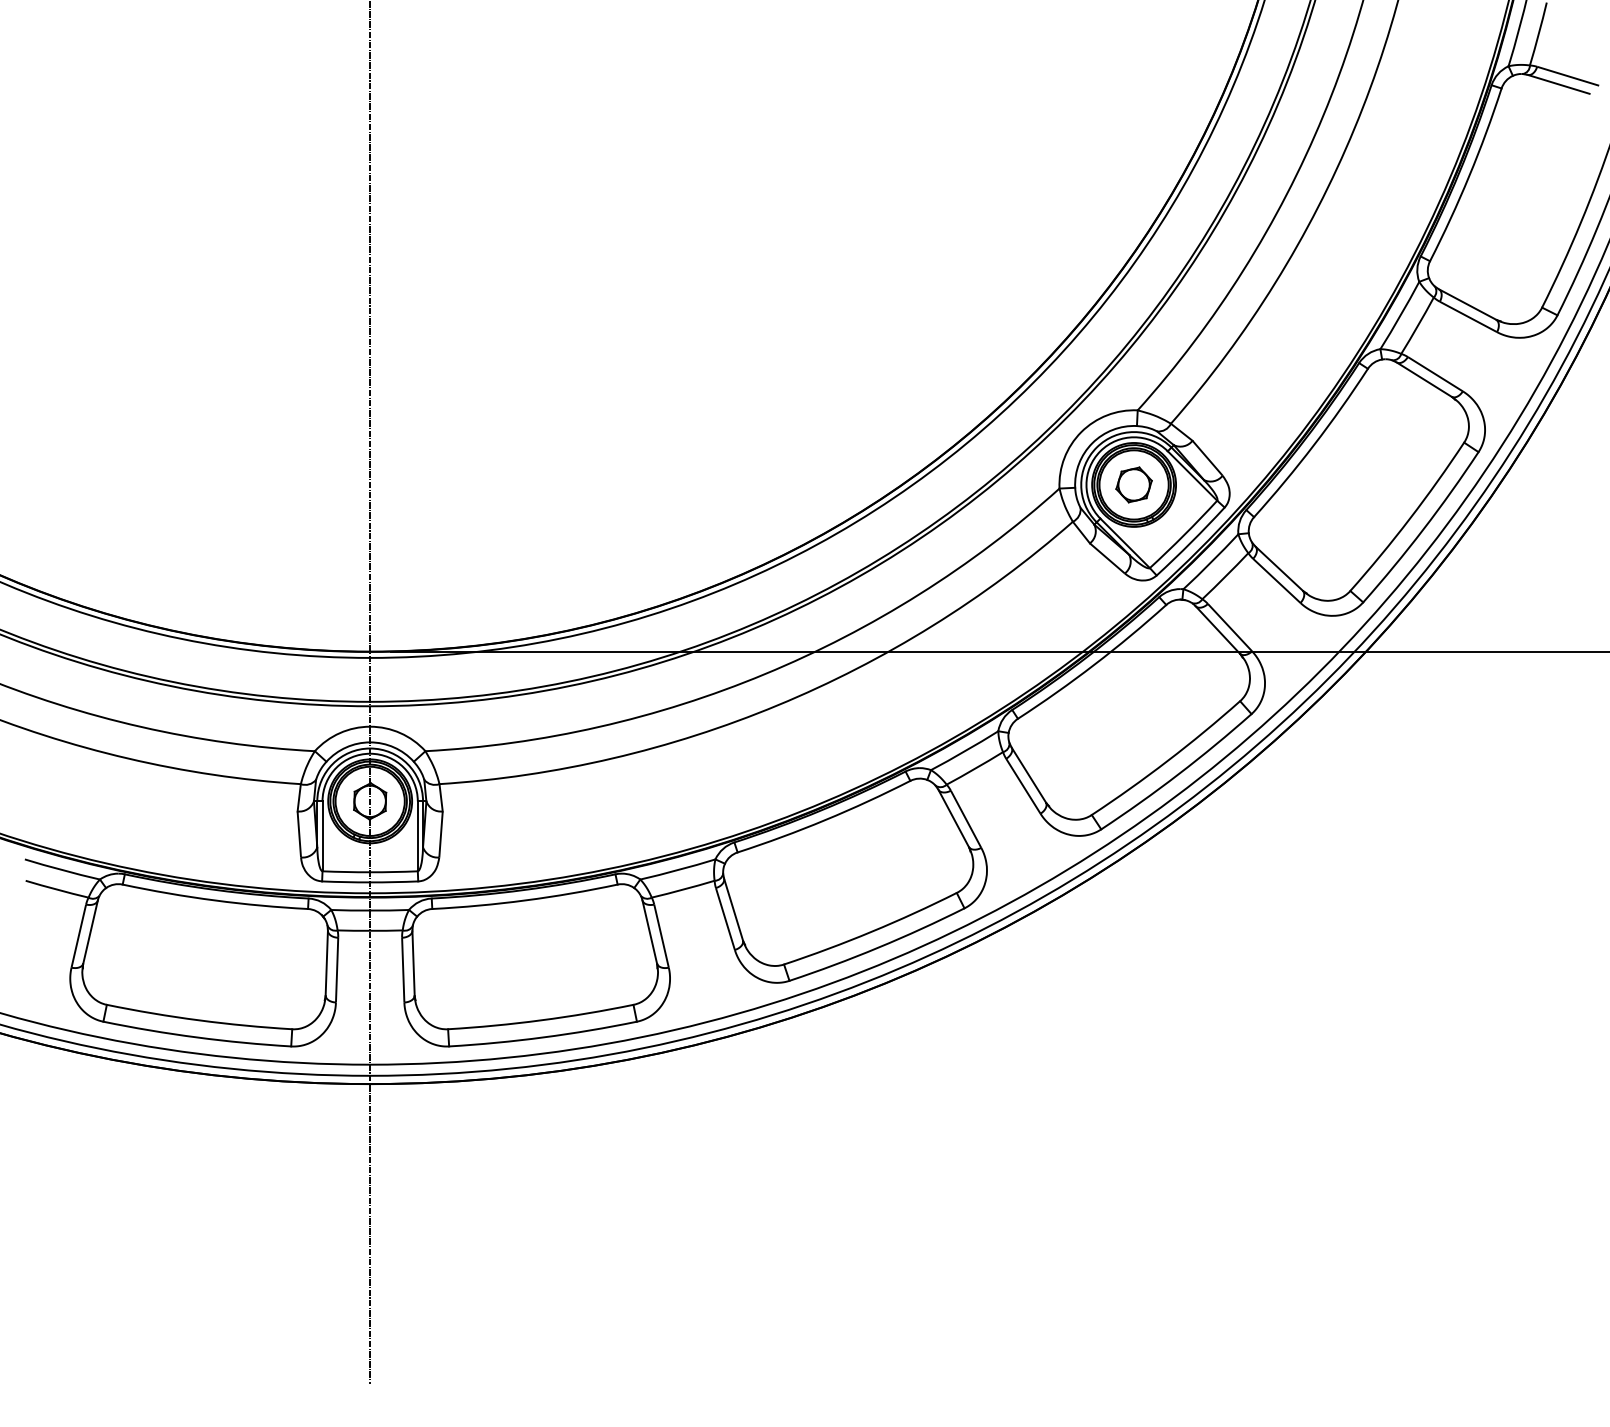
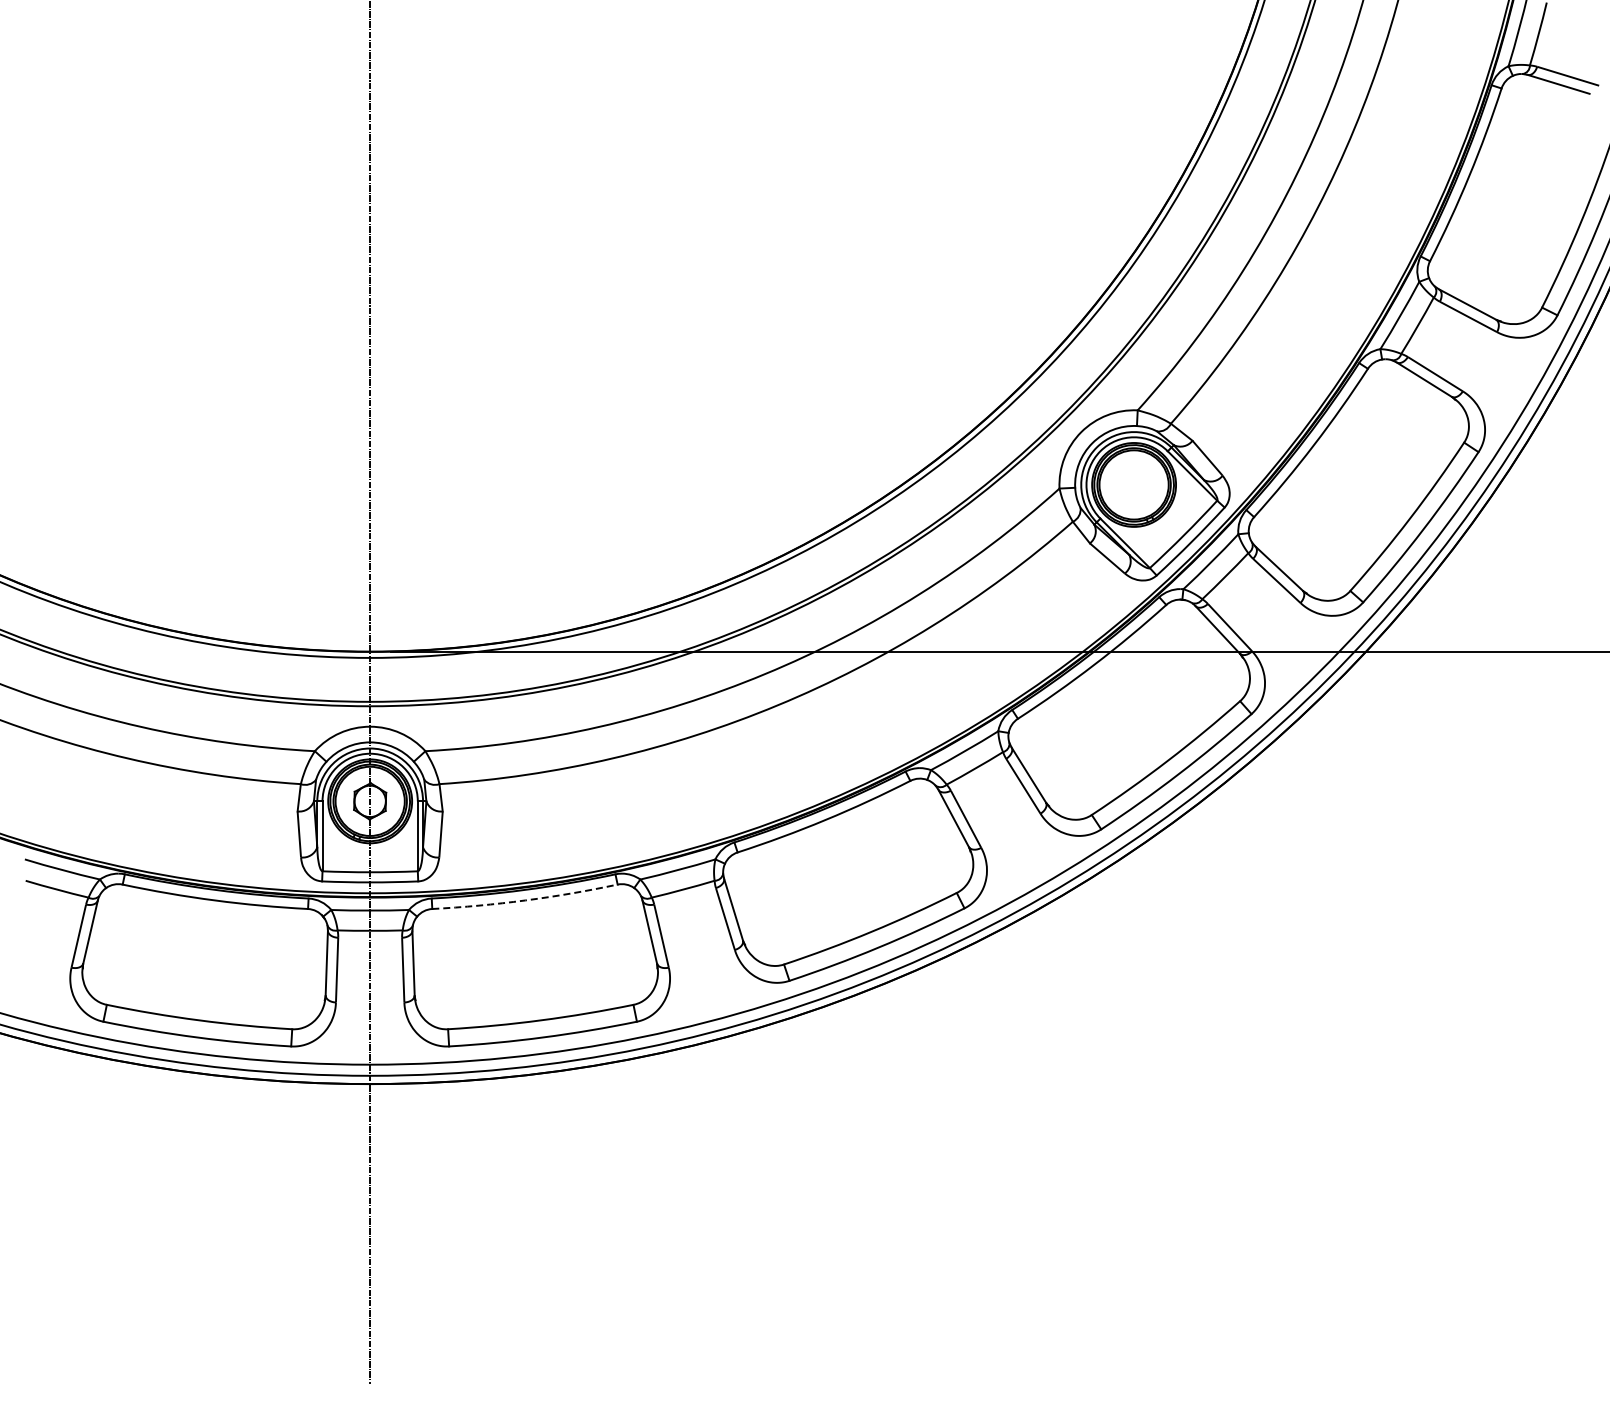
part at (1133, 484): present -> none
arc at (525, 900): solid -> dashed
